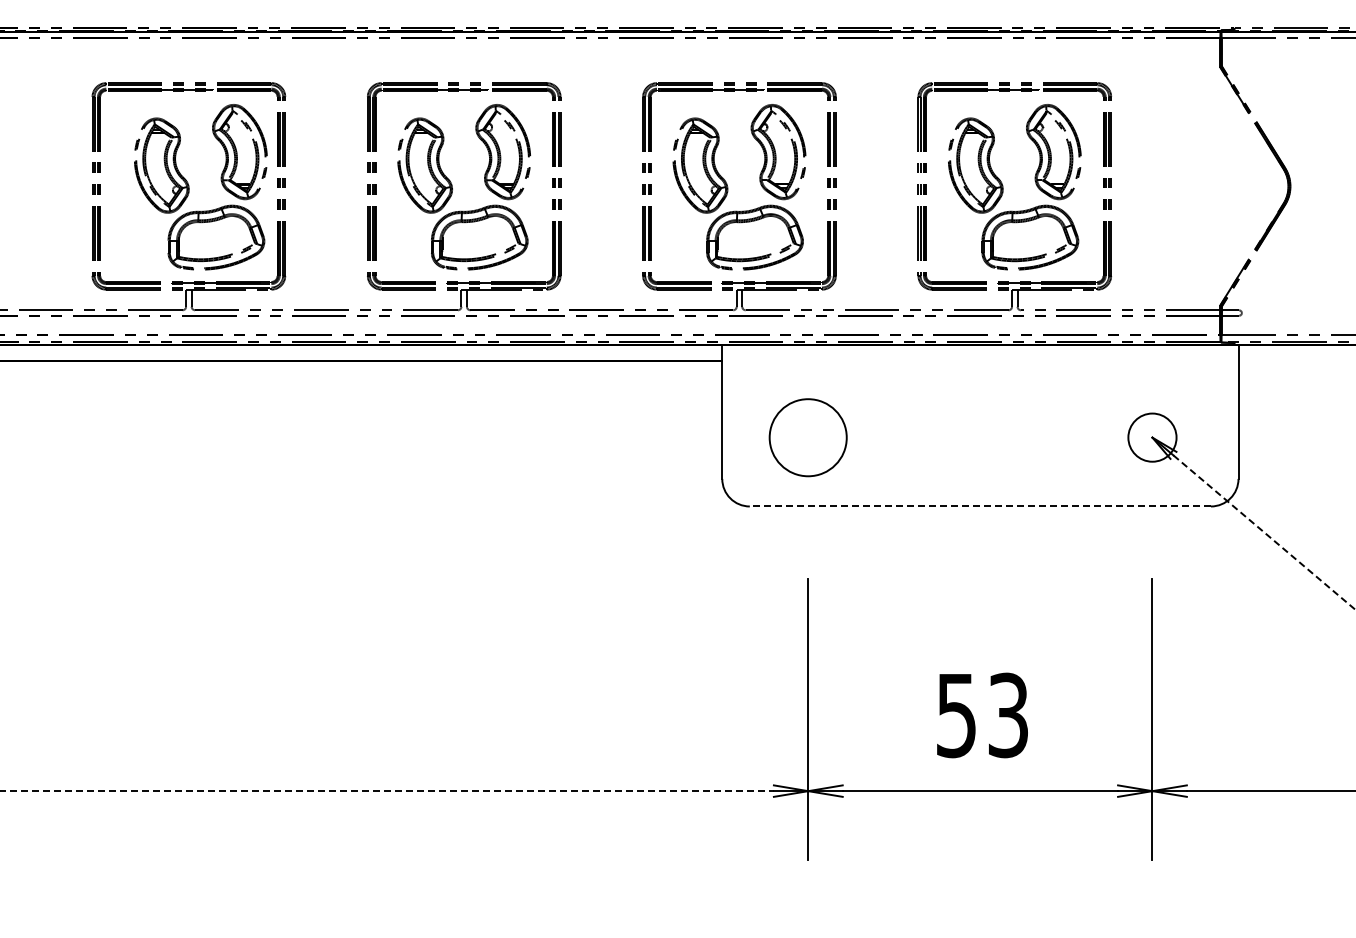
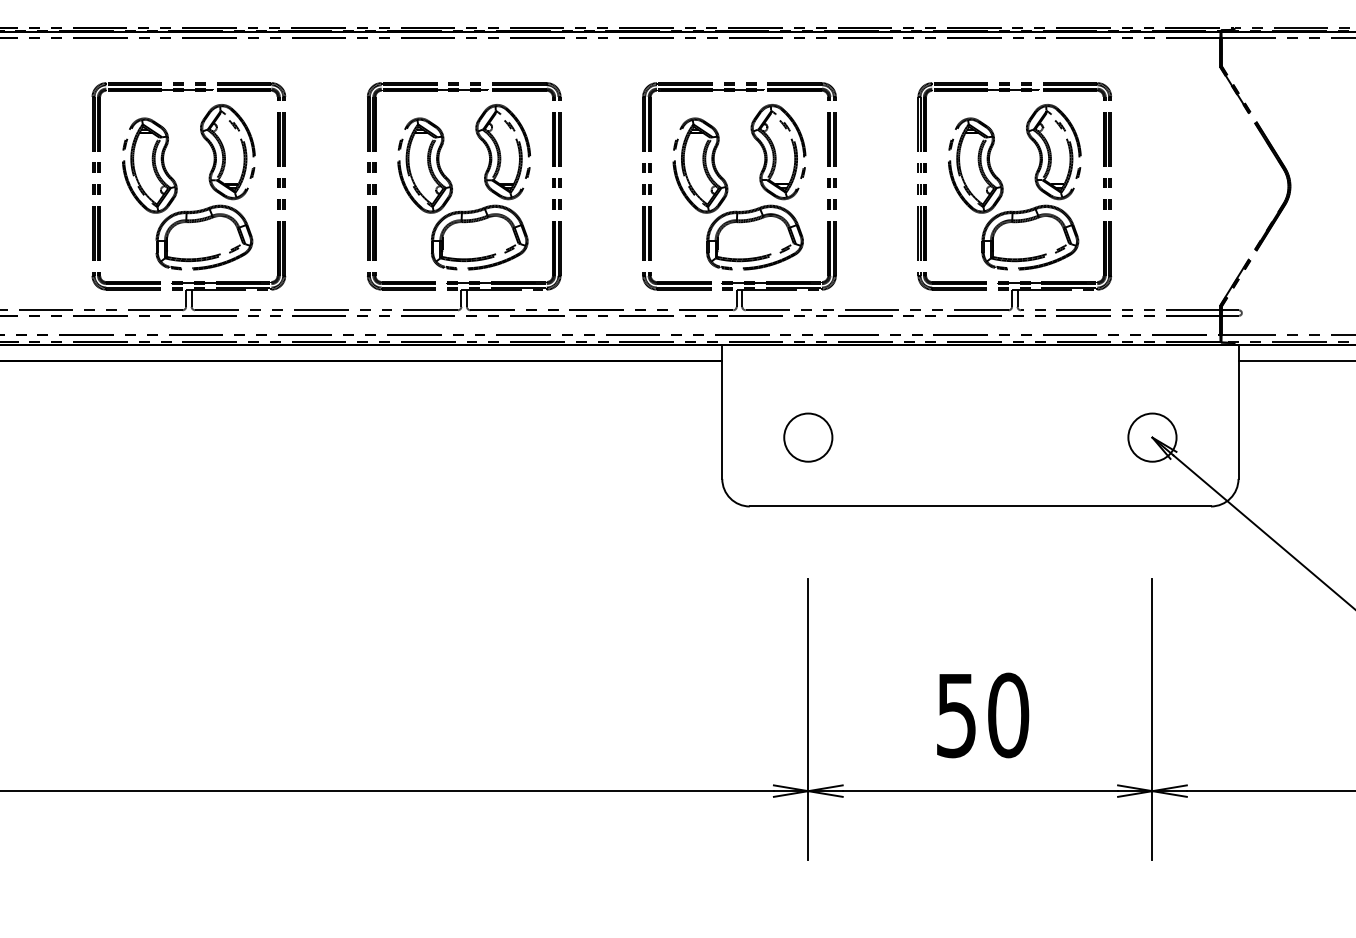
part at (189, 187) position: (189, 187) -> (177, 187)
line at (1295, 360): none -> present
circle at (807, 437) size: 80x80 px -> 51x51 px
line at (980, 506): dashed -> solid
line at (1264, 532): dashed -> solid
text at (1008, 715): 53 -> 50
line at (387, 791): dashed -> solid
